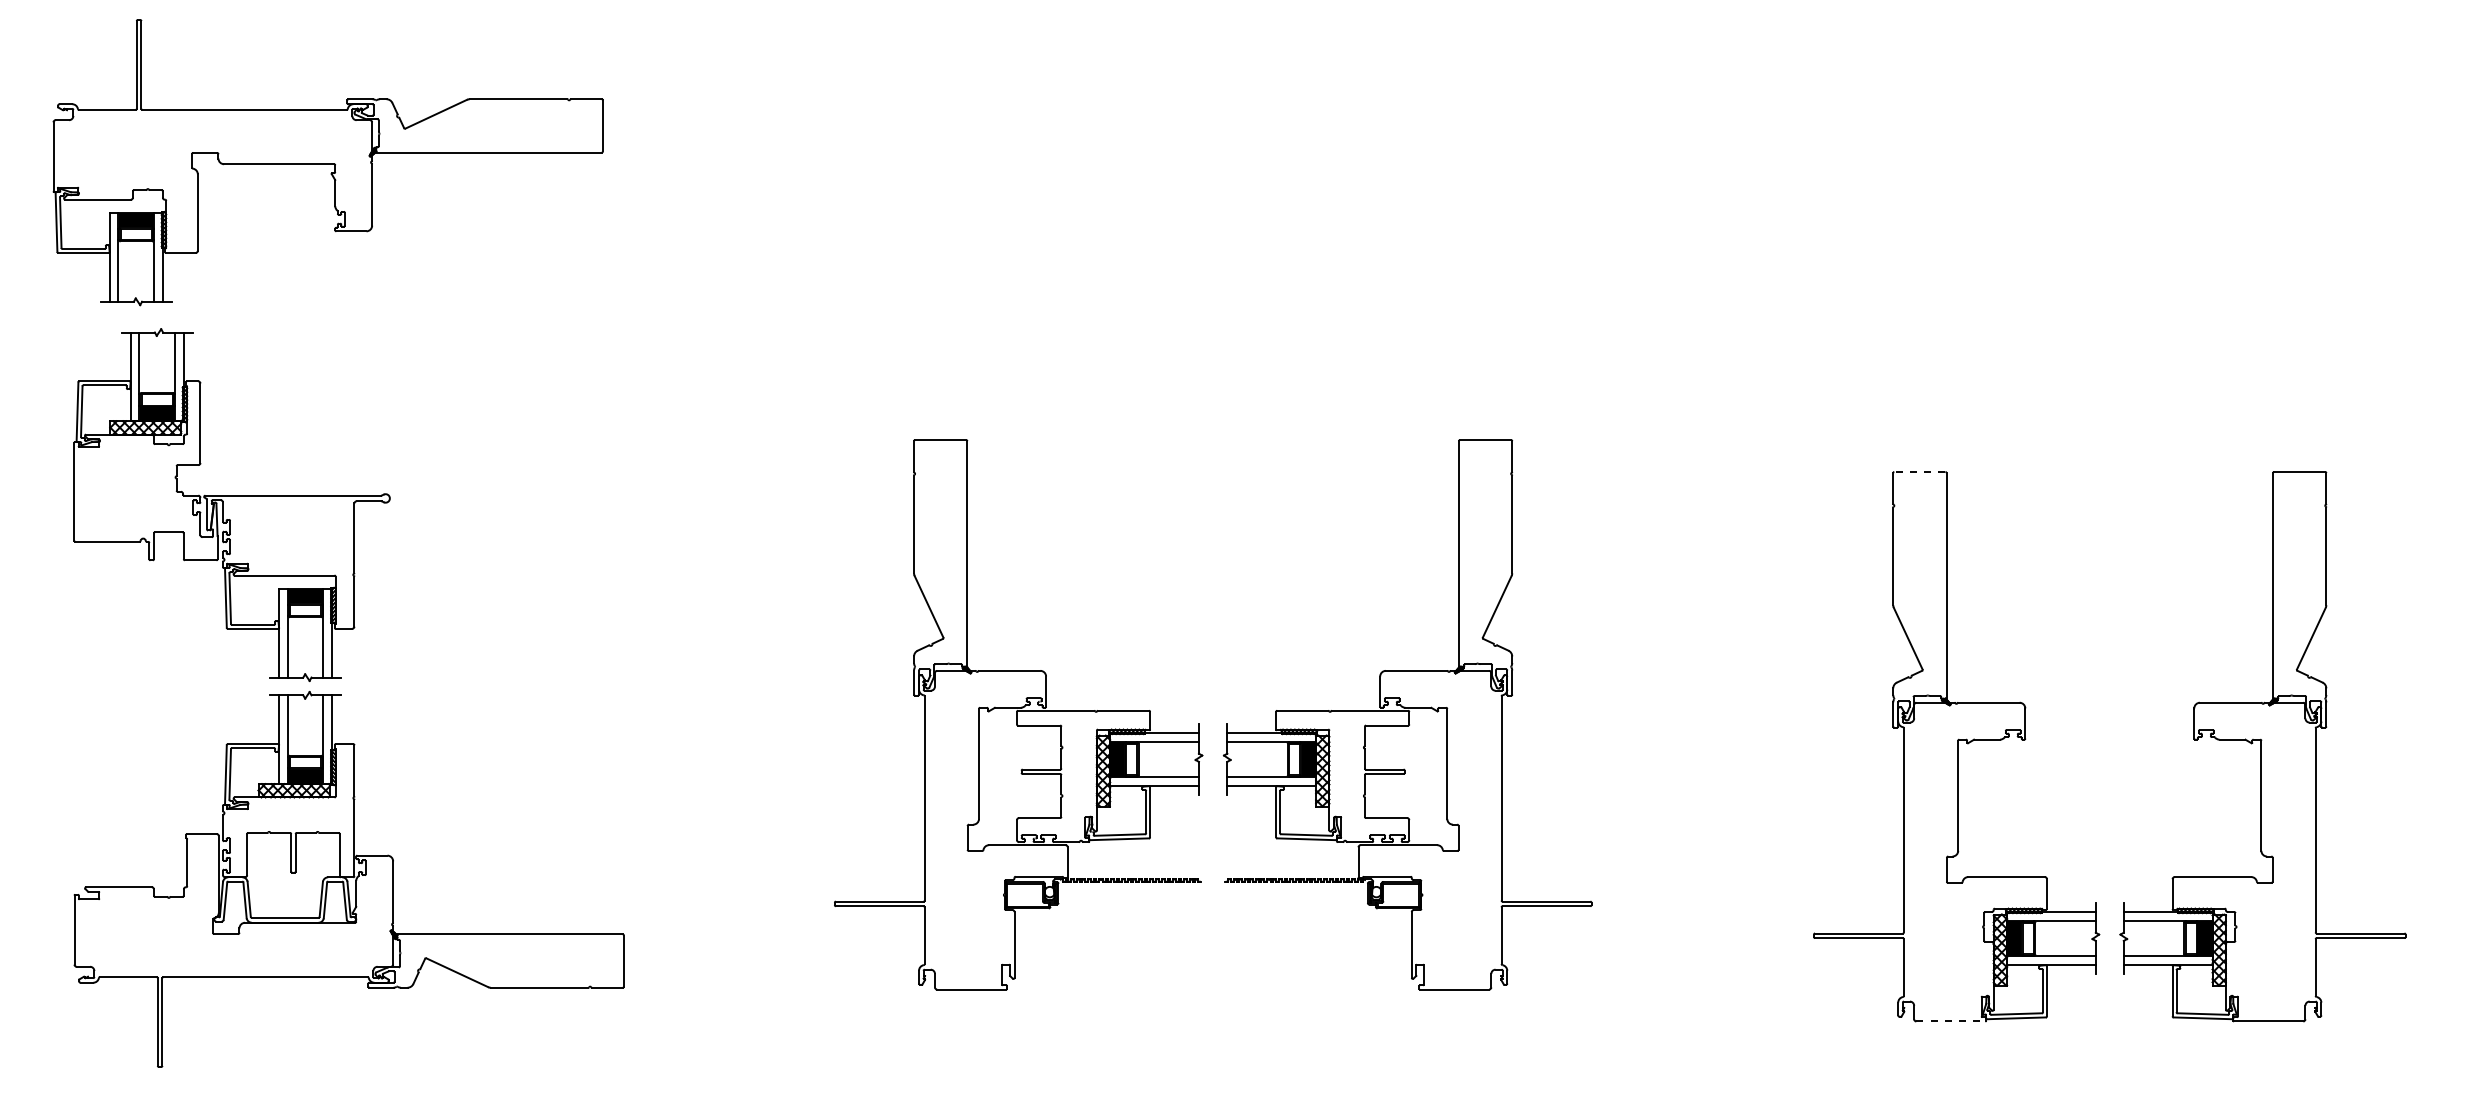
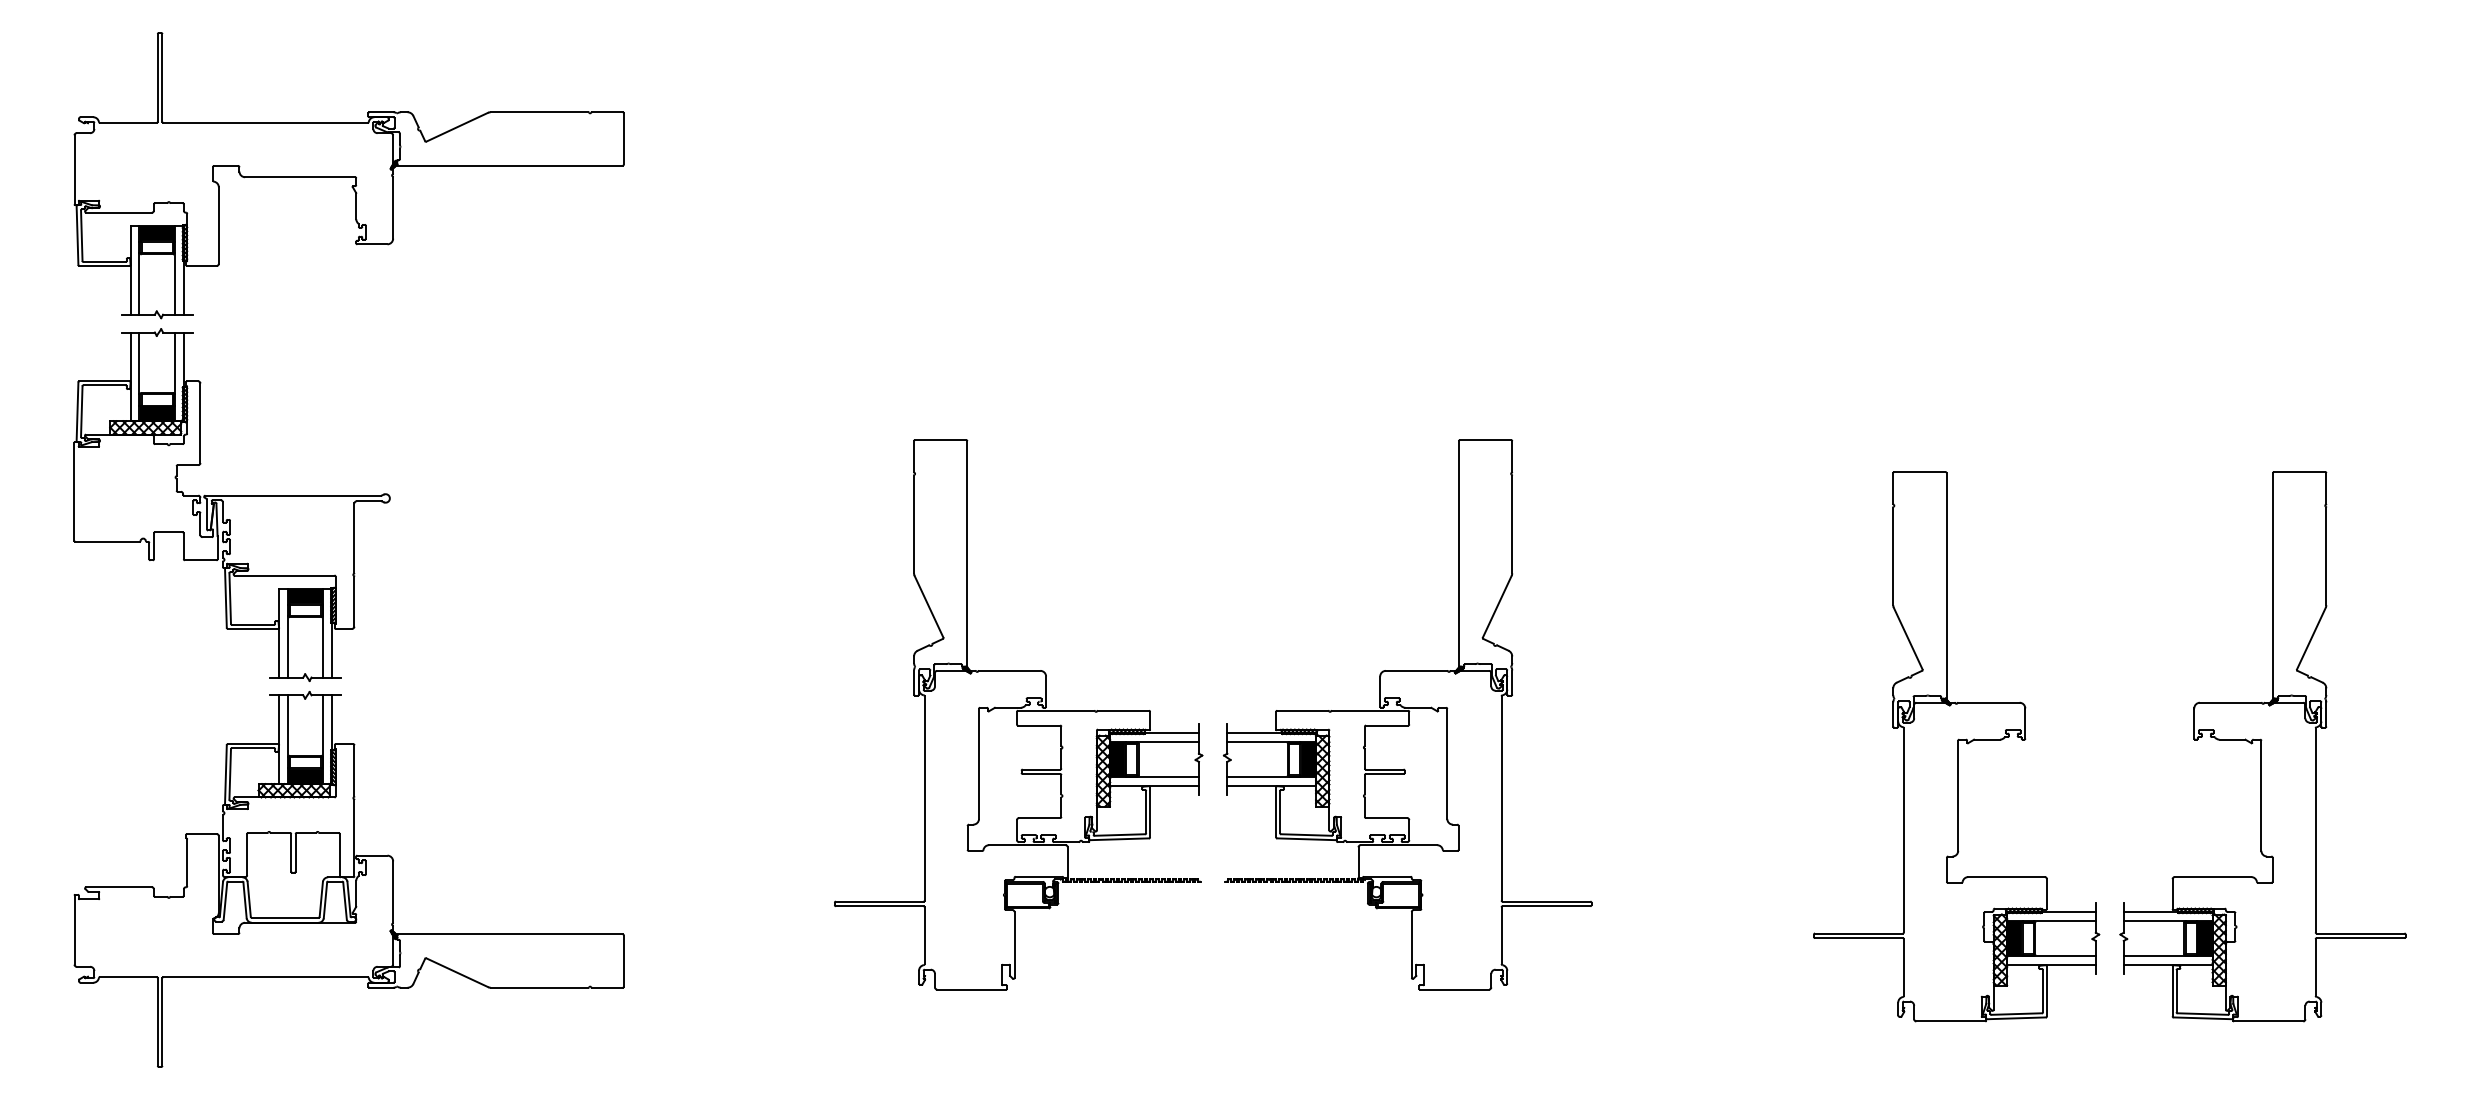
part at (327, 162) position: (327, 162) -> (348, 175)
line at (1919, 471): dashed -> solid
line at (1950, 1021): dashed -> solid
